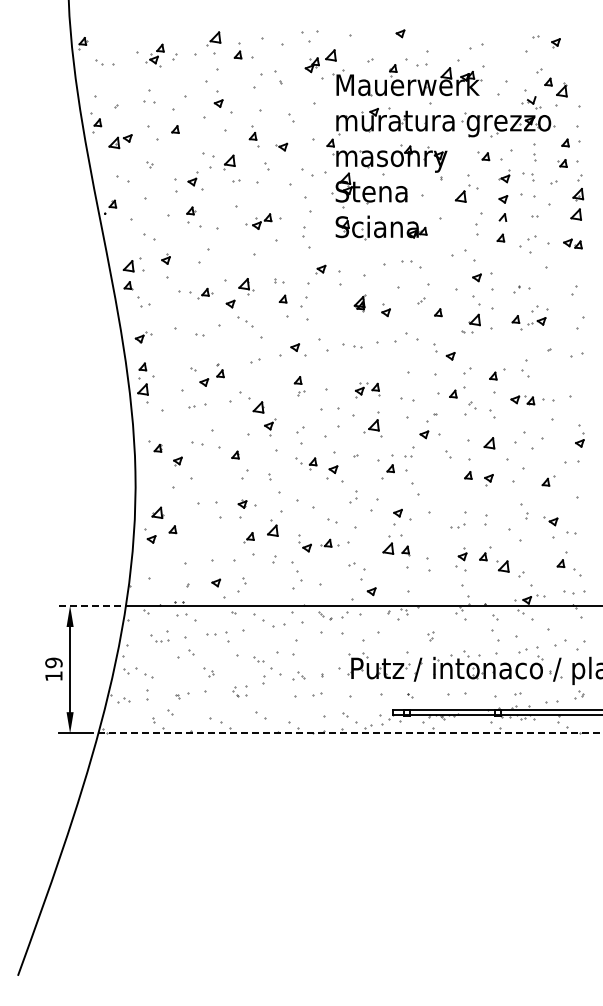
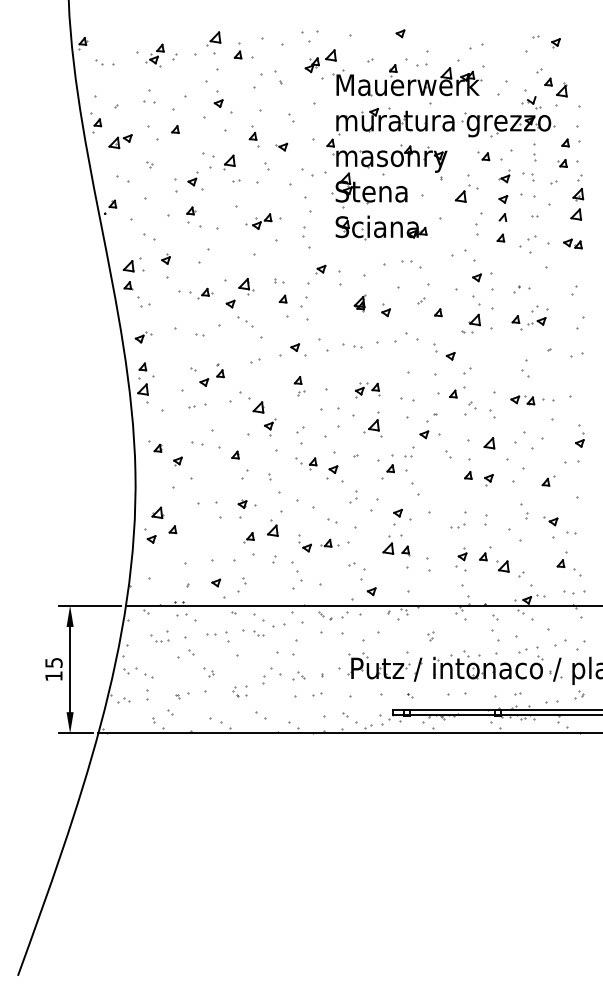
part at (497, 374): present -> none
line at (90, 605): dashed -> solid
part at (258, 659) position: (258, 659) -> (258, 633)
text at (53, 662): 19 -> 15
line at (351, 733): dashed -> solid
